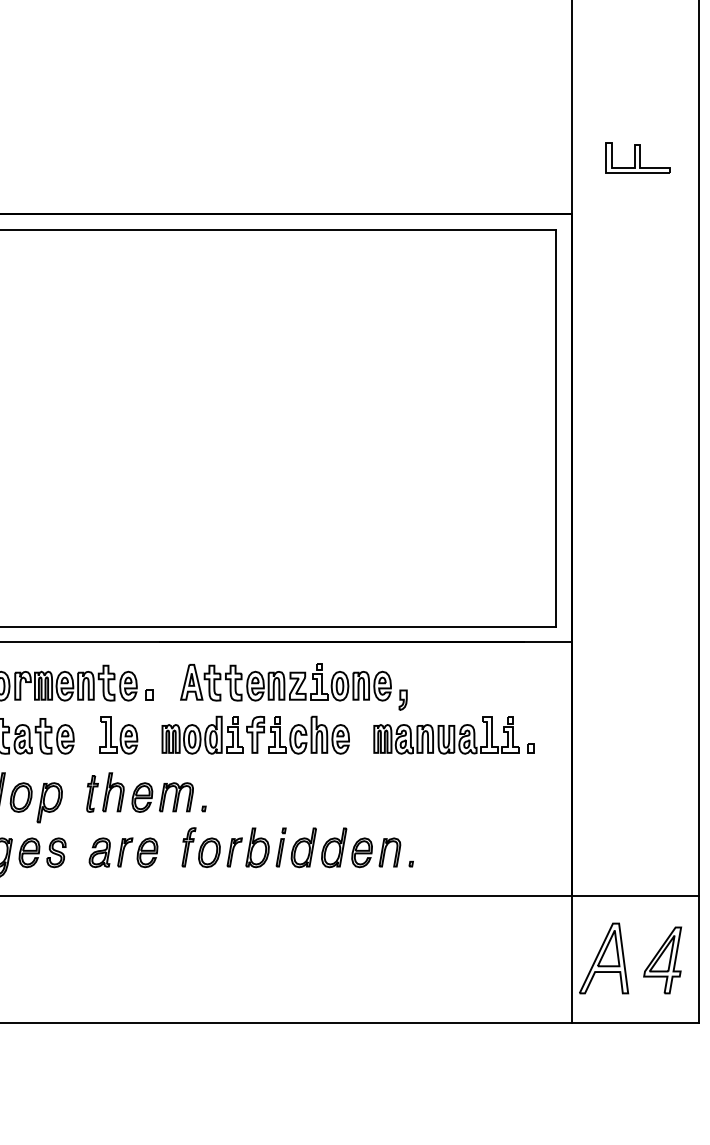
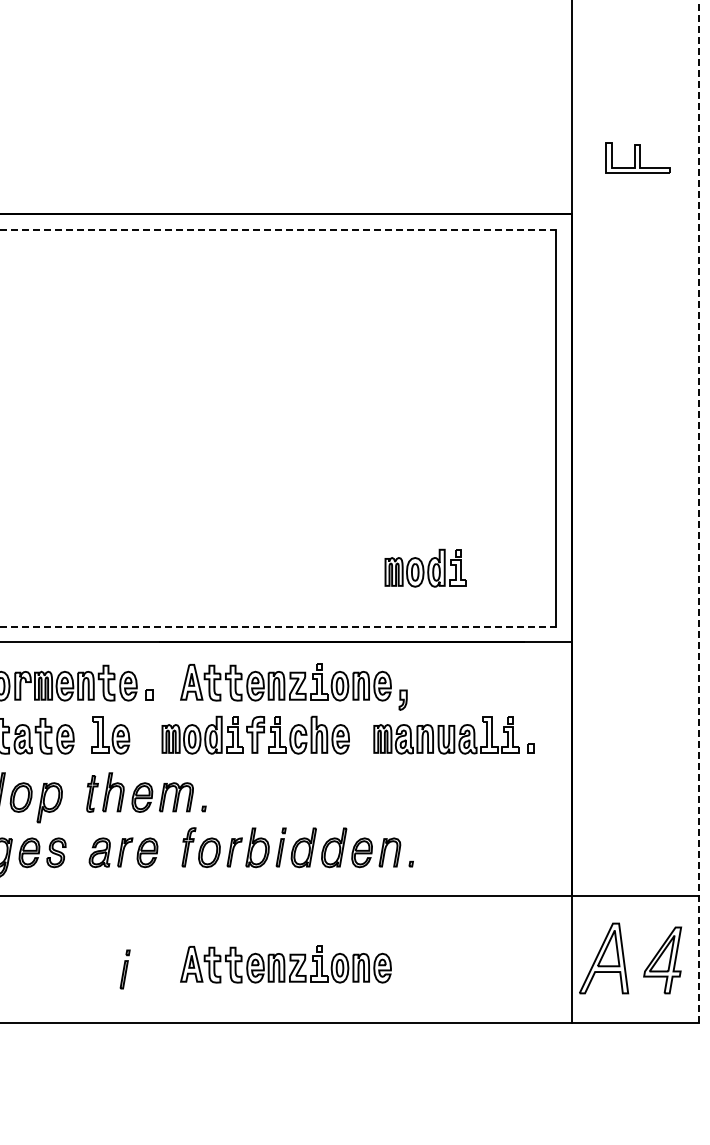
line at (278, 230): solid -> dashed
line at (698, 510): solid -> dashed
part at (425, 567): none -> present
line at (278, 626): solid -> dashed
part at (118, 735) position: (118, 735) -> (110, 735)
part at (285, 964): none -> present
part at (124, 969): none -> present
